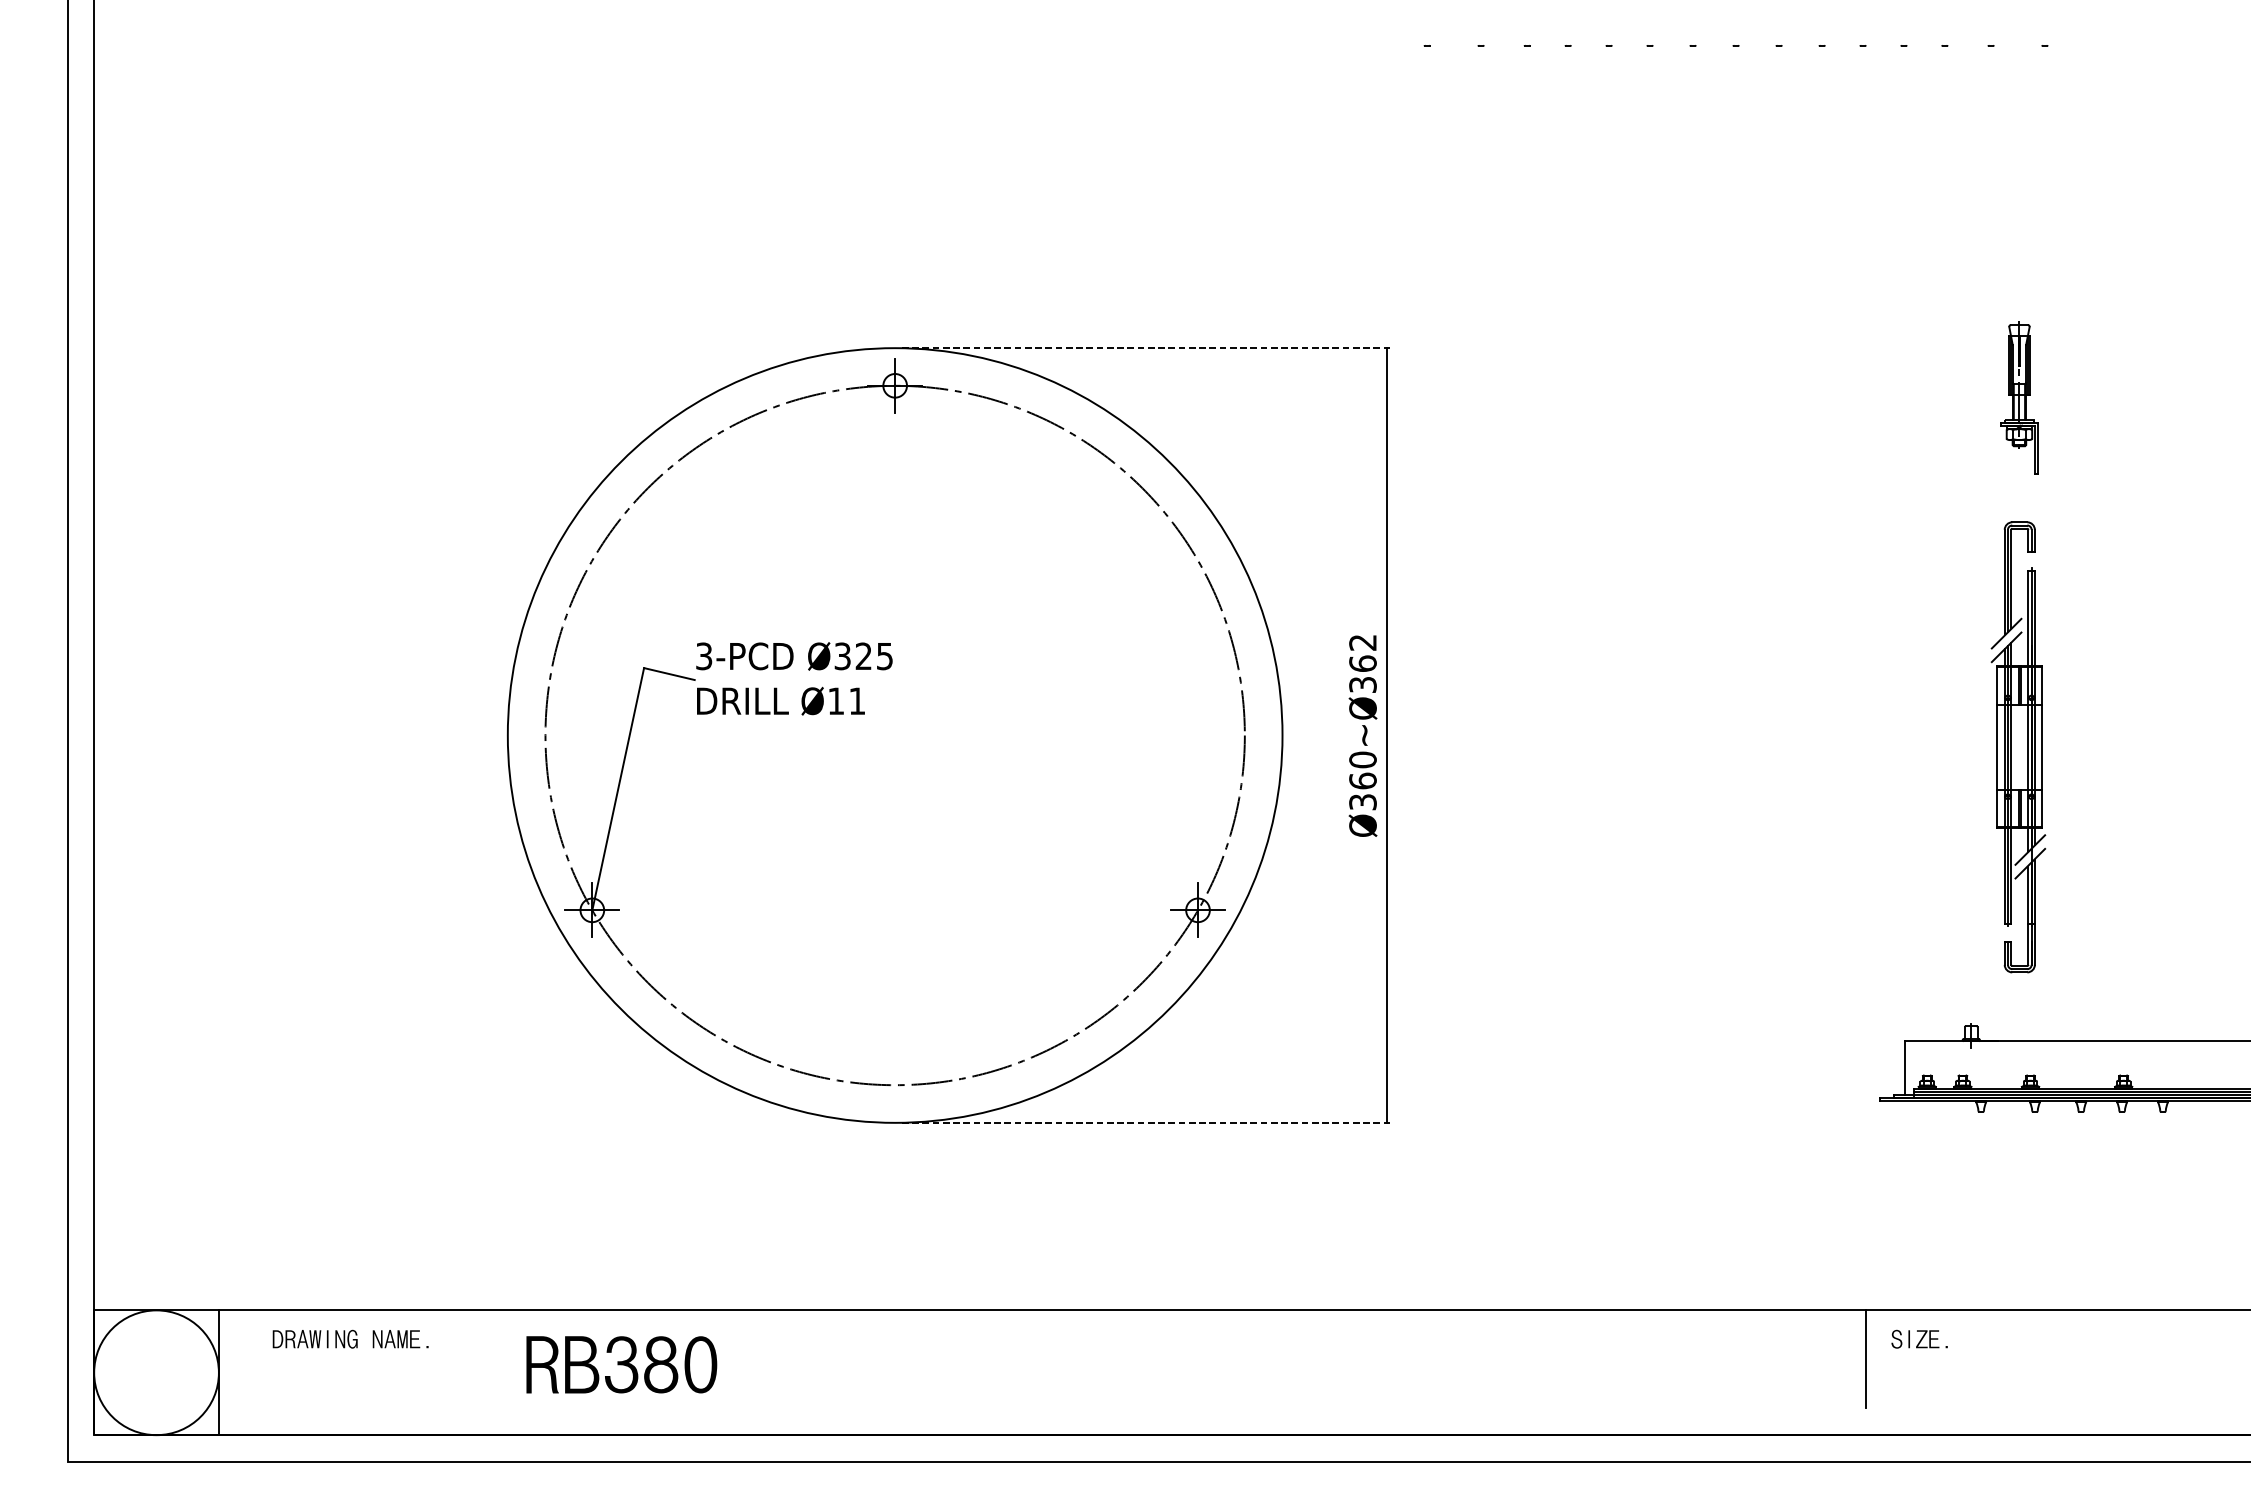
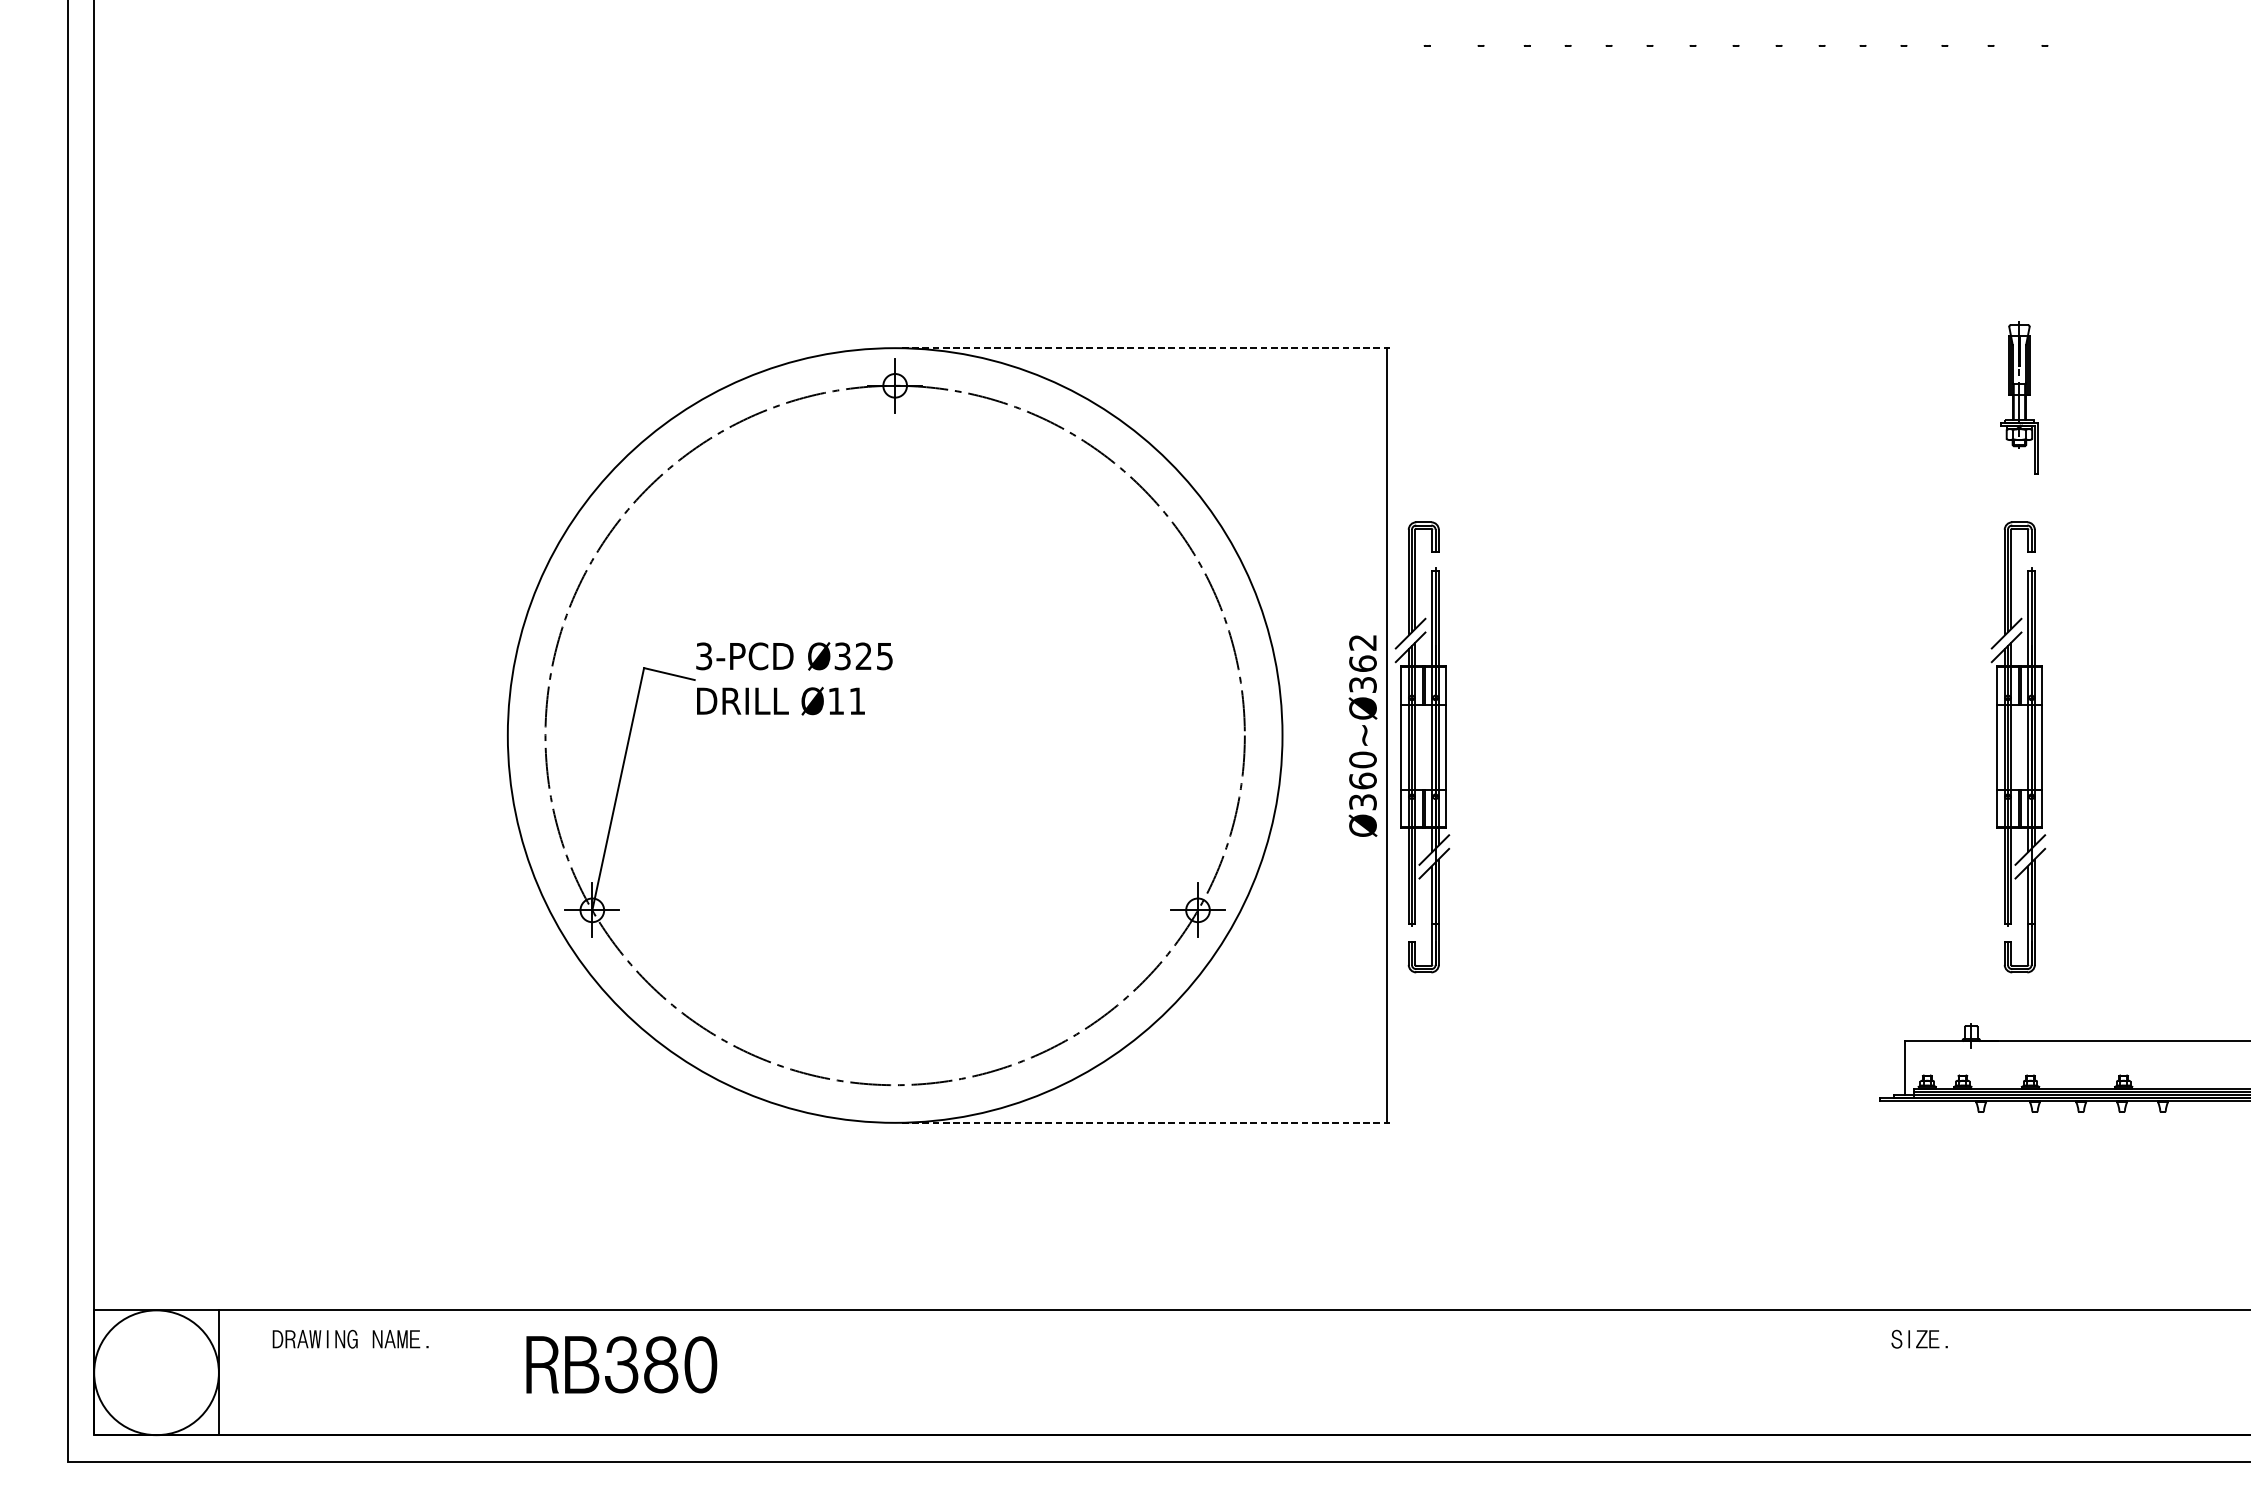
part at (1422, 747): none -> present
line at (1865, 1359): present -> none
